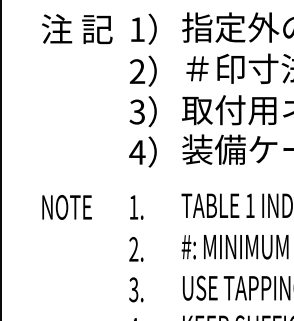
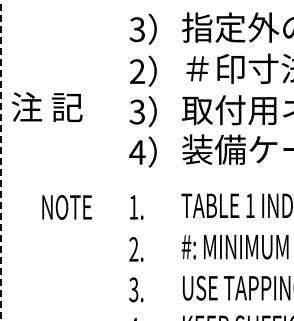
text at (77, 29) position: (77, 29) -> (47, 107)
text at (136, 29): 1 -> 3
line at (0, 160): solid -> dashed
